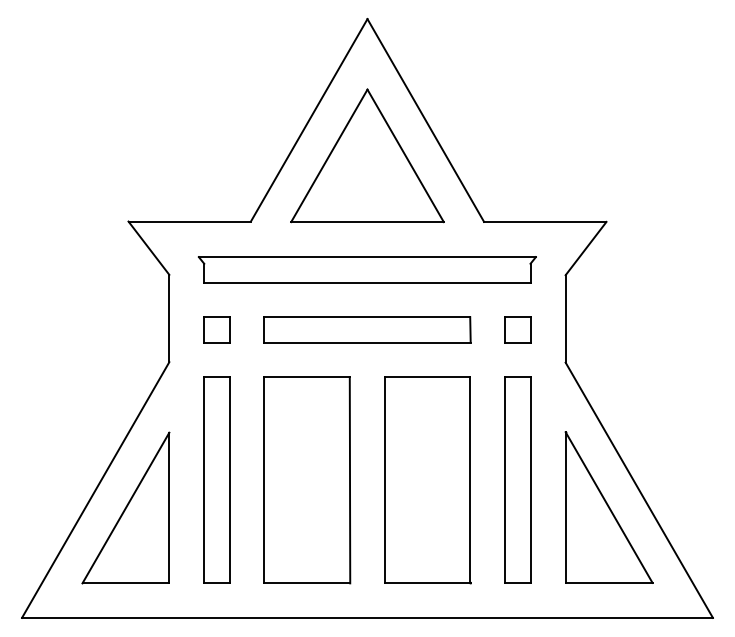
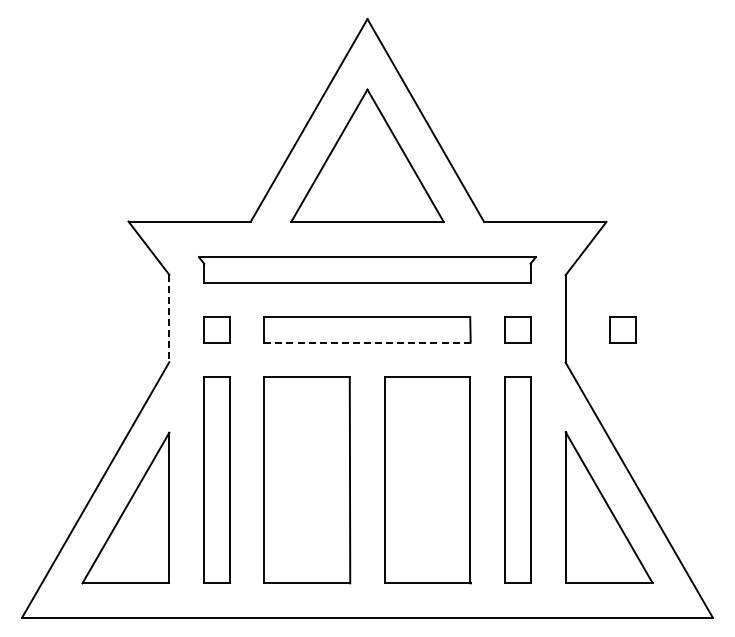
line at (169, 318): solid -> dashed
part at (622, 329): none -> present
line at (367, 342): solid -> dashed
